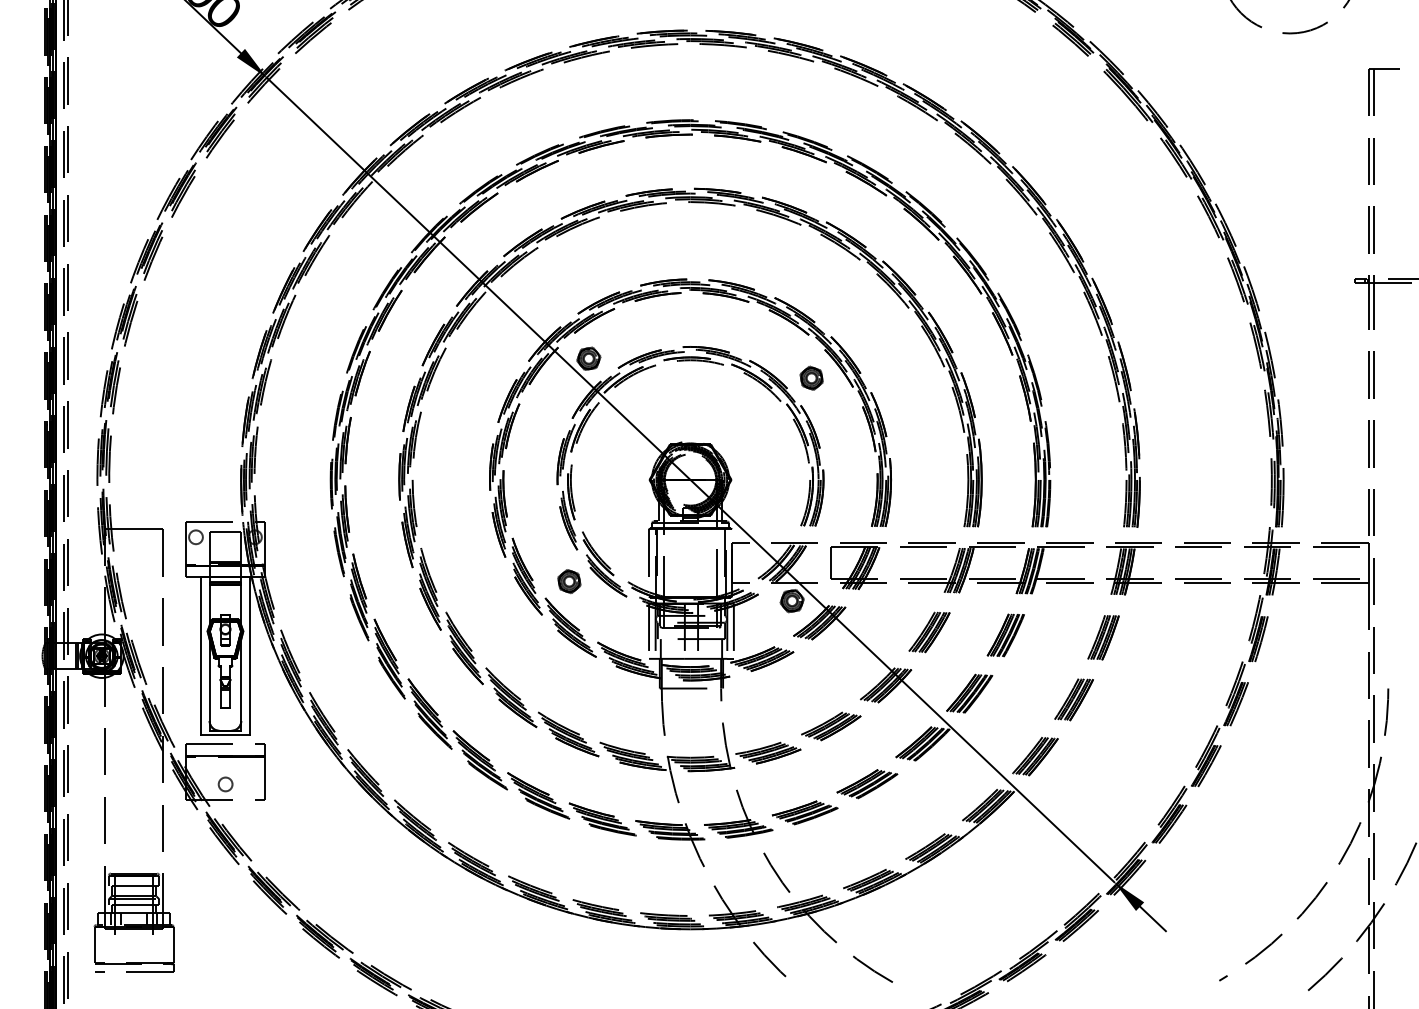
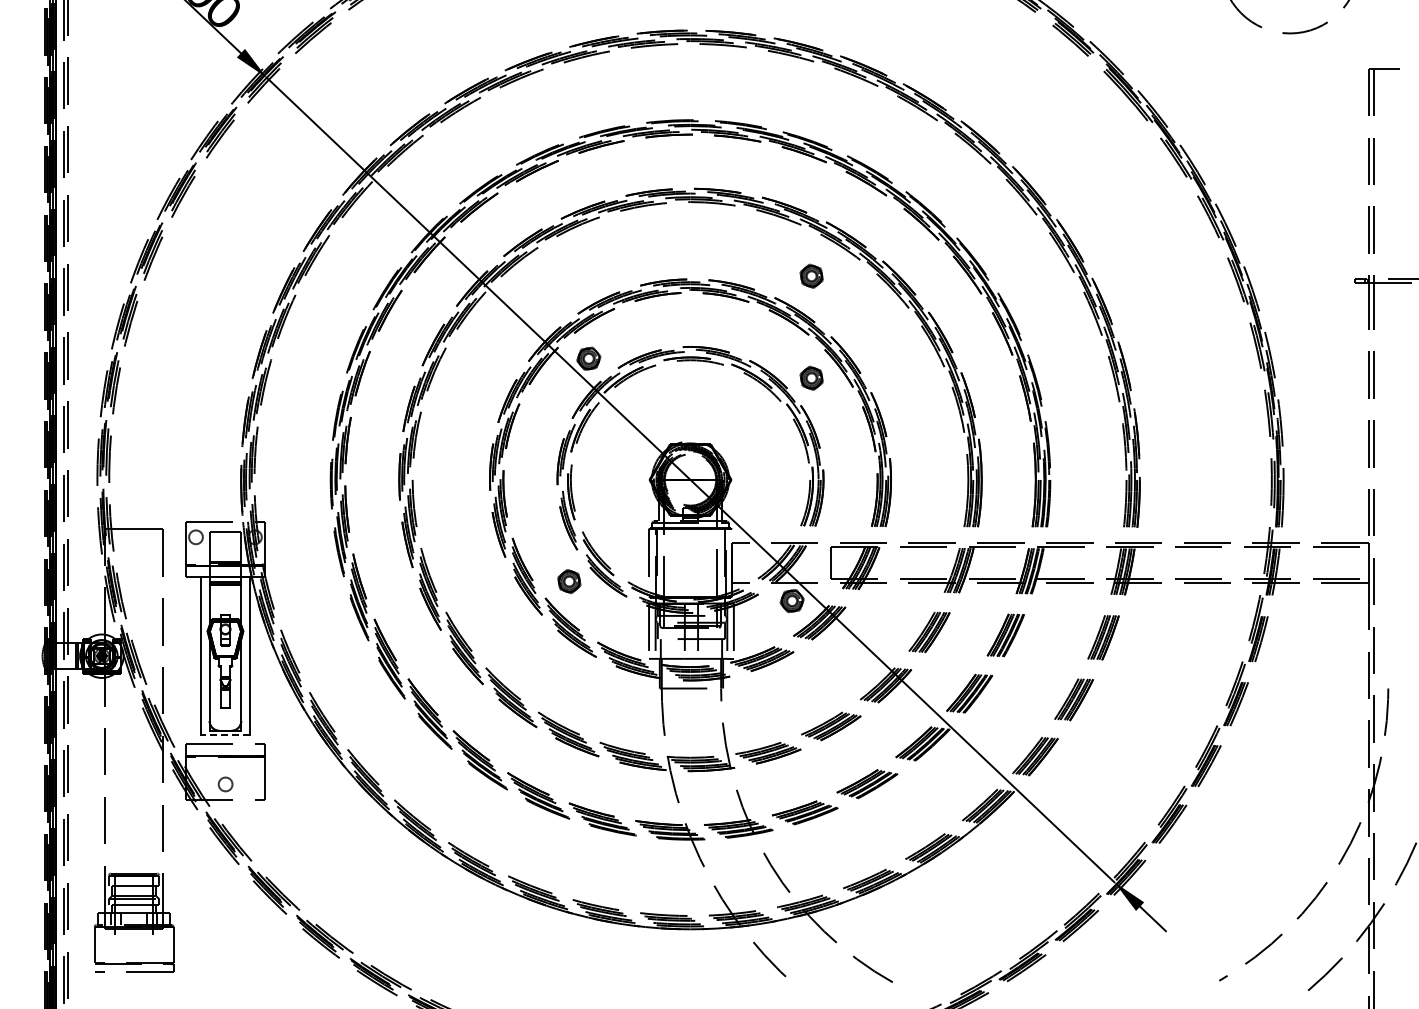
part at (811, 275): none -> present
line at (225, 735): solid -> dashed
